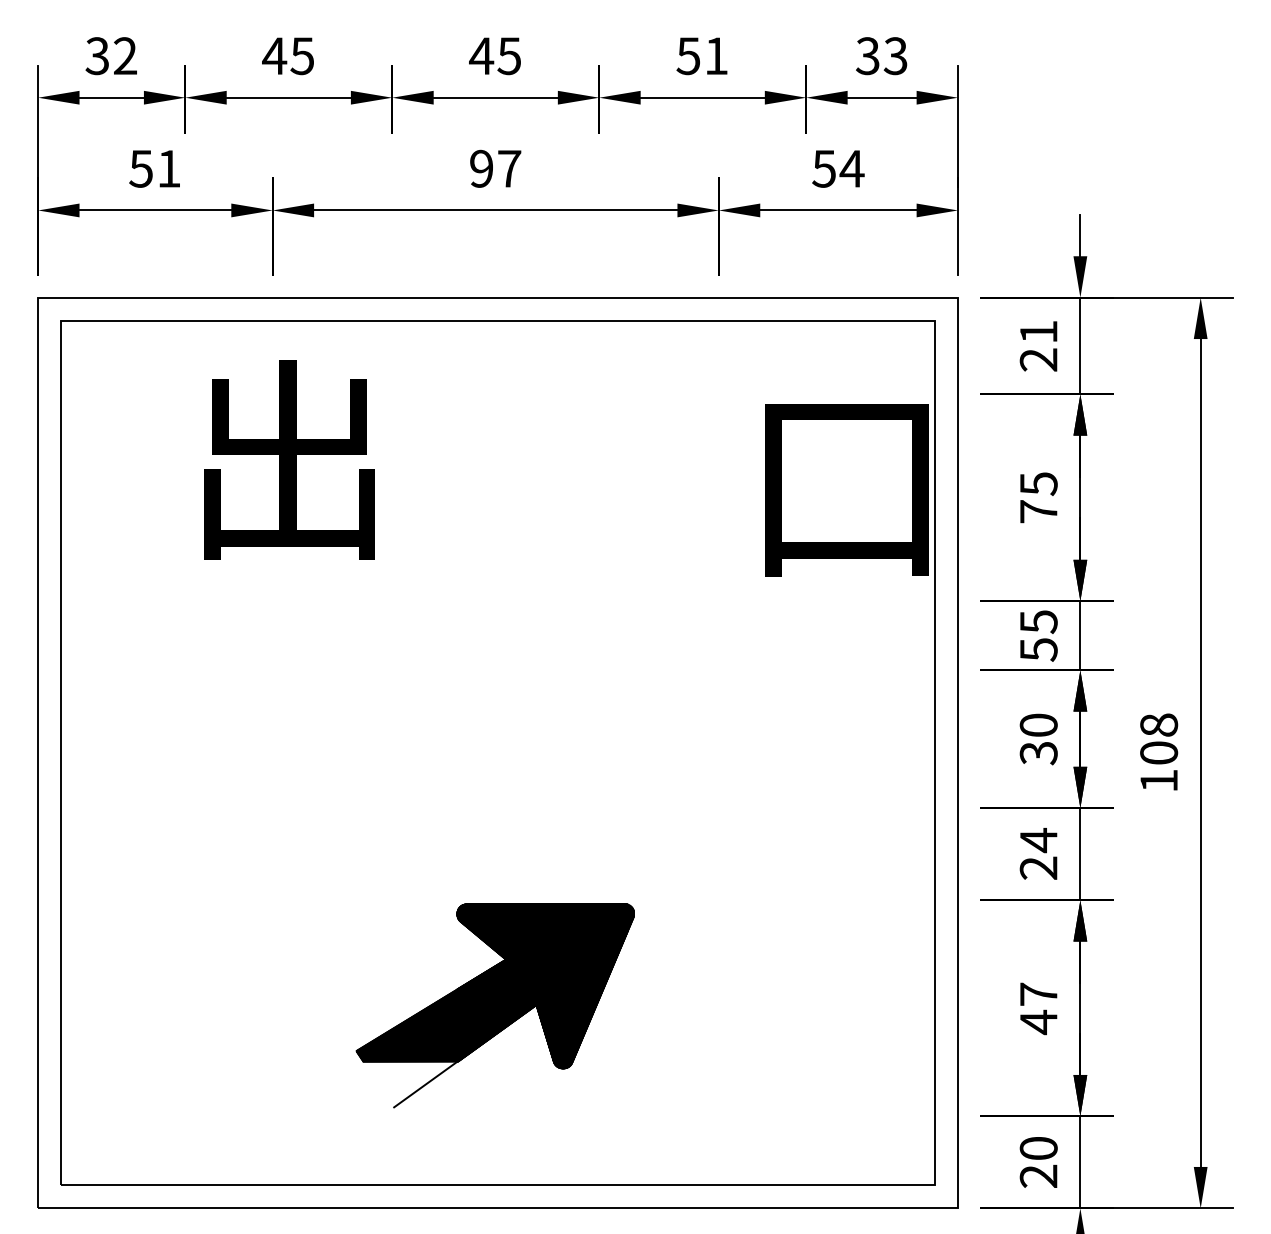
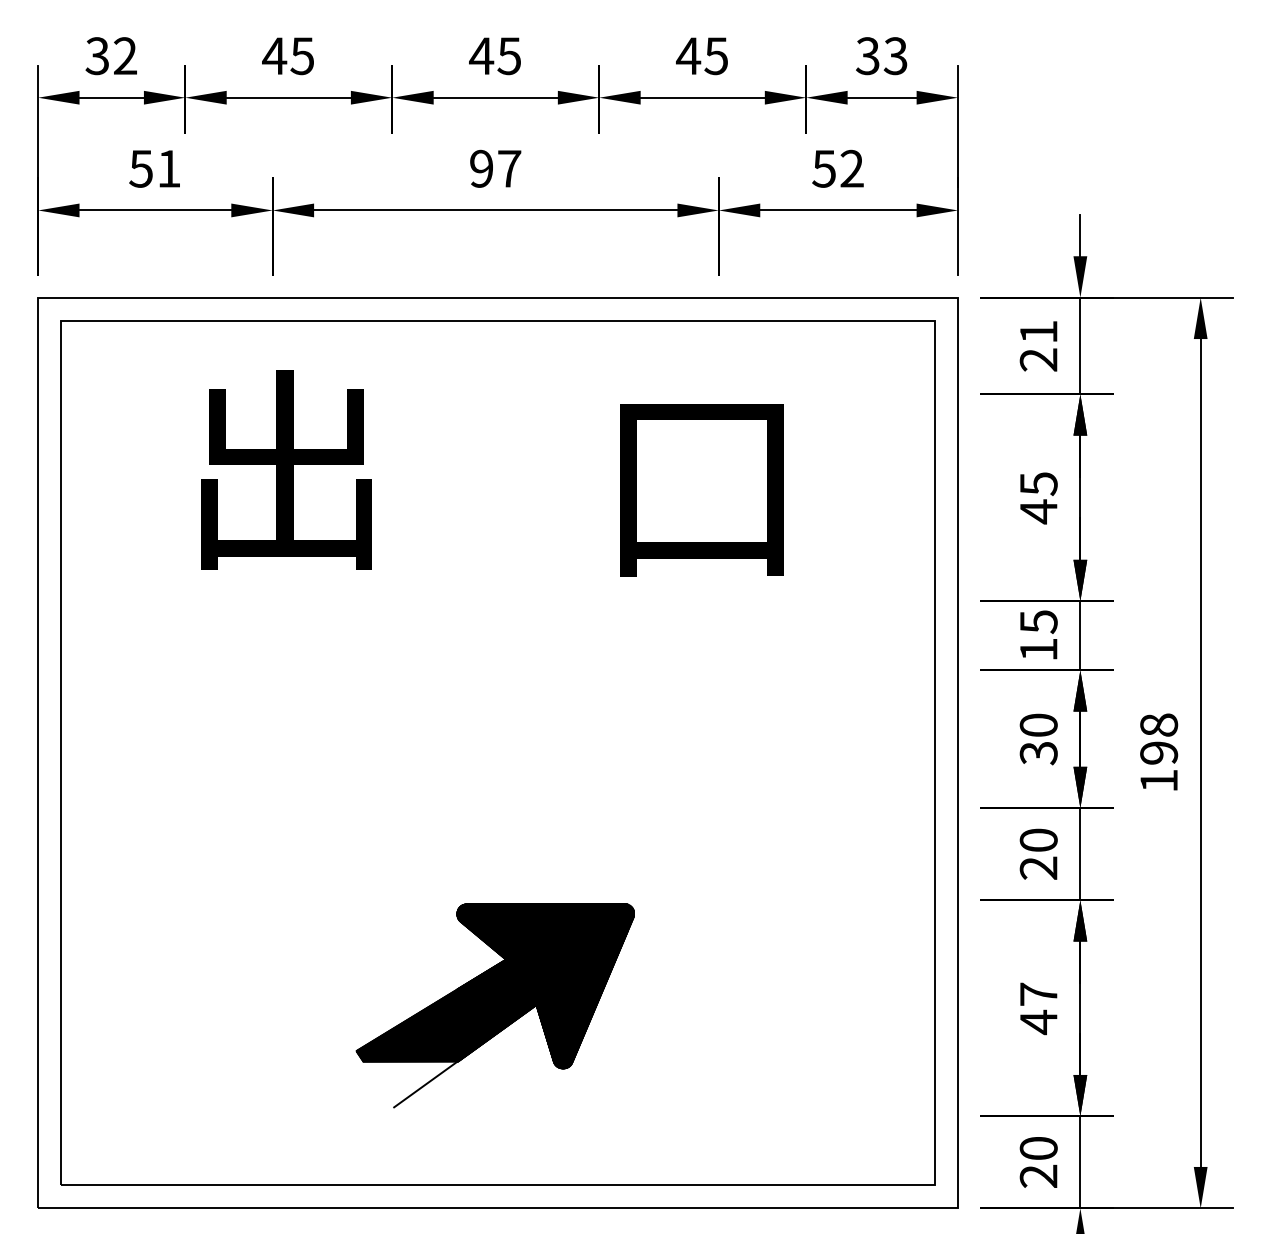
text at (701, 56): 51 -> 45
text at (851, 168): 54 -> 52
text at (289, 459) position: (289, 459) -> (286, 469)
text at (846, 490) position: (846, 490) -> (701, 490)
text at (1038, 511): 75 -> 45
text at (1038, 649): 55 -> 15
text at (1159, 752): 108 -> 198
text at (1038, 840): 24 -> 20
